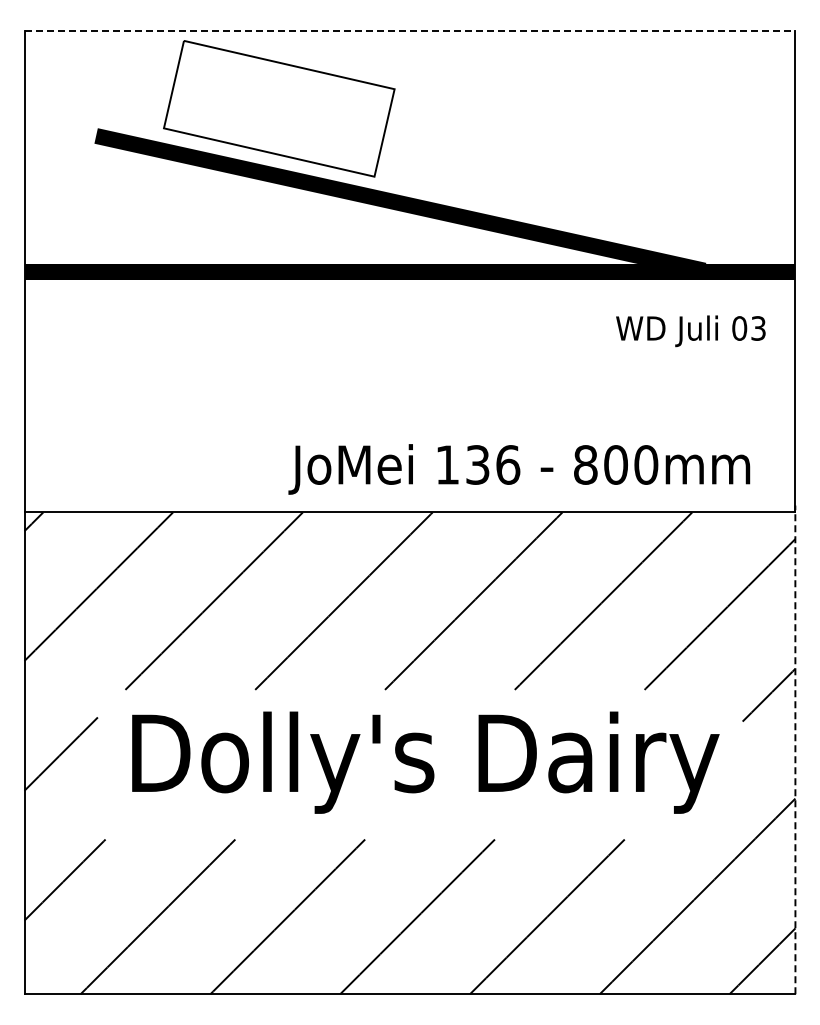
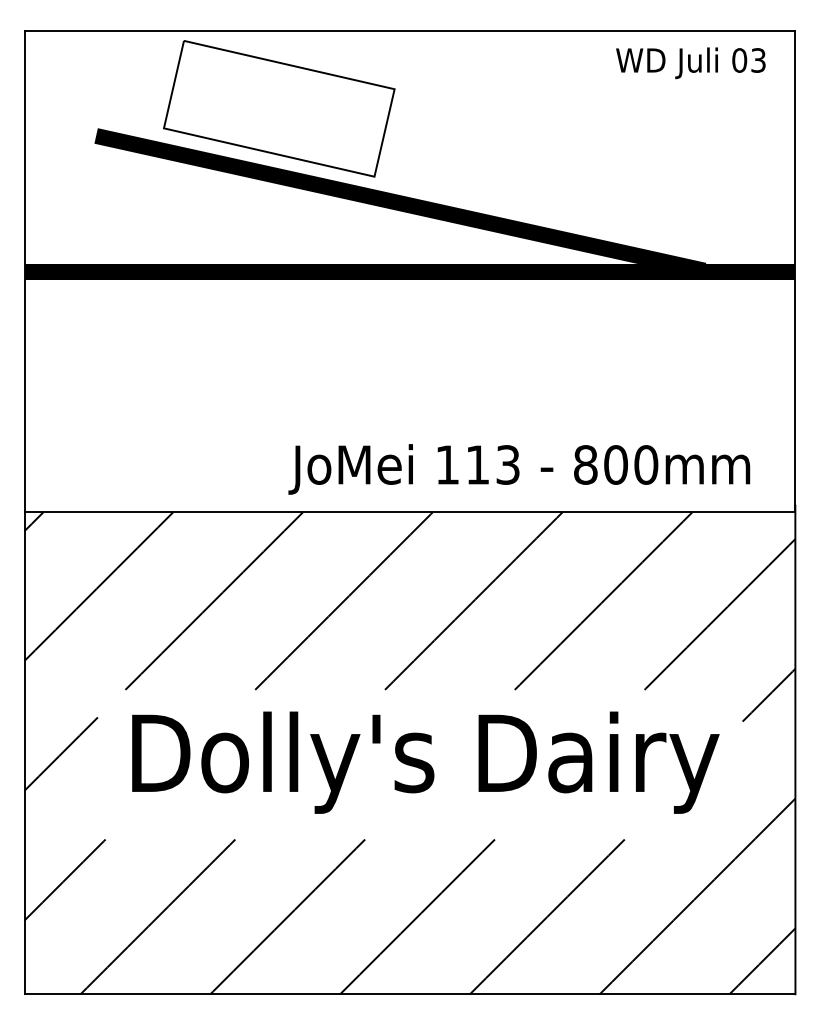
line at (410, 30): dashed -> solid
text at (690, 331) position: (690, 331) -> (690, 63)
text at (493, 464): 136 -> 113
line at (795, 749): dashed -> solid
